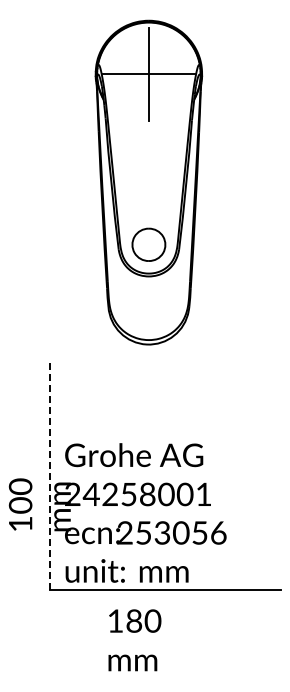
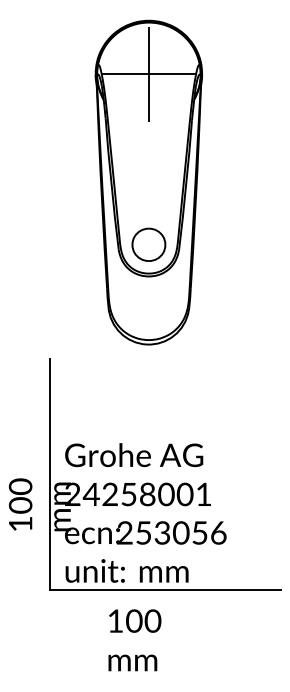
line at (49, 474): dashed -> solid
text at (134, 621): 180 -> 100
